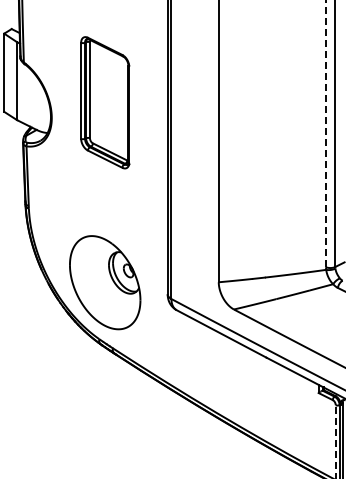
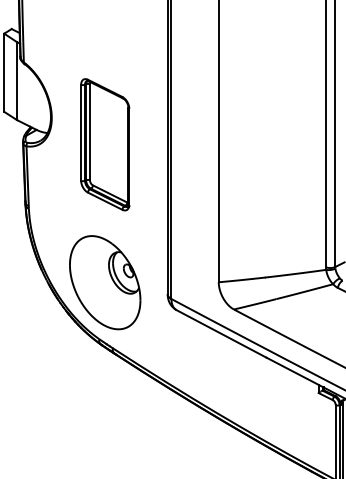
part at (105, 102) position: (105, 102) -> (105, 144)
line at (326, 133): dashed -> solid
line at (335, 442): dashed -> solid
